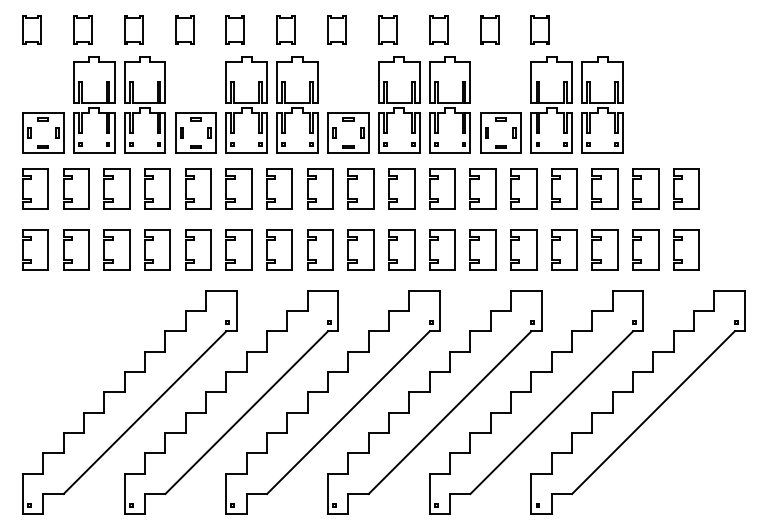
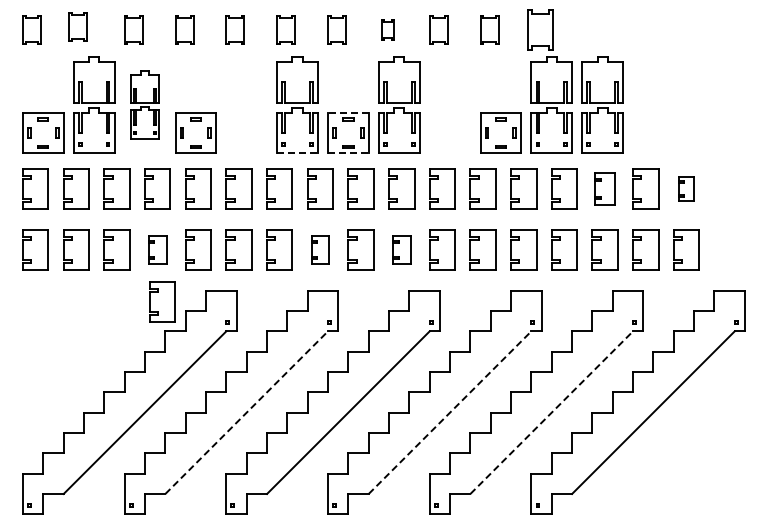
part at (82, 29) position: (82, 29) -> (77, 26)
part at (387, 29) size: 20x30 px -> 14x22 px
part at (539, 29) size: 20x30 px -> 27x42 px
part at (144, 104) size: 42x98 px -> 30x70 px
part at (246, 104): present -> none
part at (449, 104): present -> none
line at (347, 112): solid -> dashed
line at (298, 153): solid -> dashed
line at (348, 153): solid -> dashed
part at (604, 188) size: 28x42 px -> 22x34 px
part at (686, 188) size: 27x42 px -> 17x26 px
part at (157, 249) size: 27x42 px -> 20x30 px
part at (320, 249) size: 27x42 px -> 19x30 px
part at (401, 249) size: 28x42 px -> 20x30 px
part at (162, 301): none -> present
line at (247, 412): solid -> dashed
line at (450, 412): solid -> dashed
line at (552, 412): solid -> dashed
